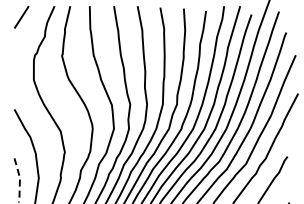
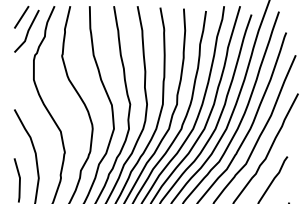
line at (27, 30): none -> present
line at (19, 179): dashed -> solid
